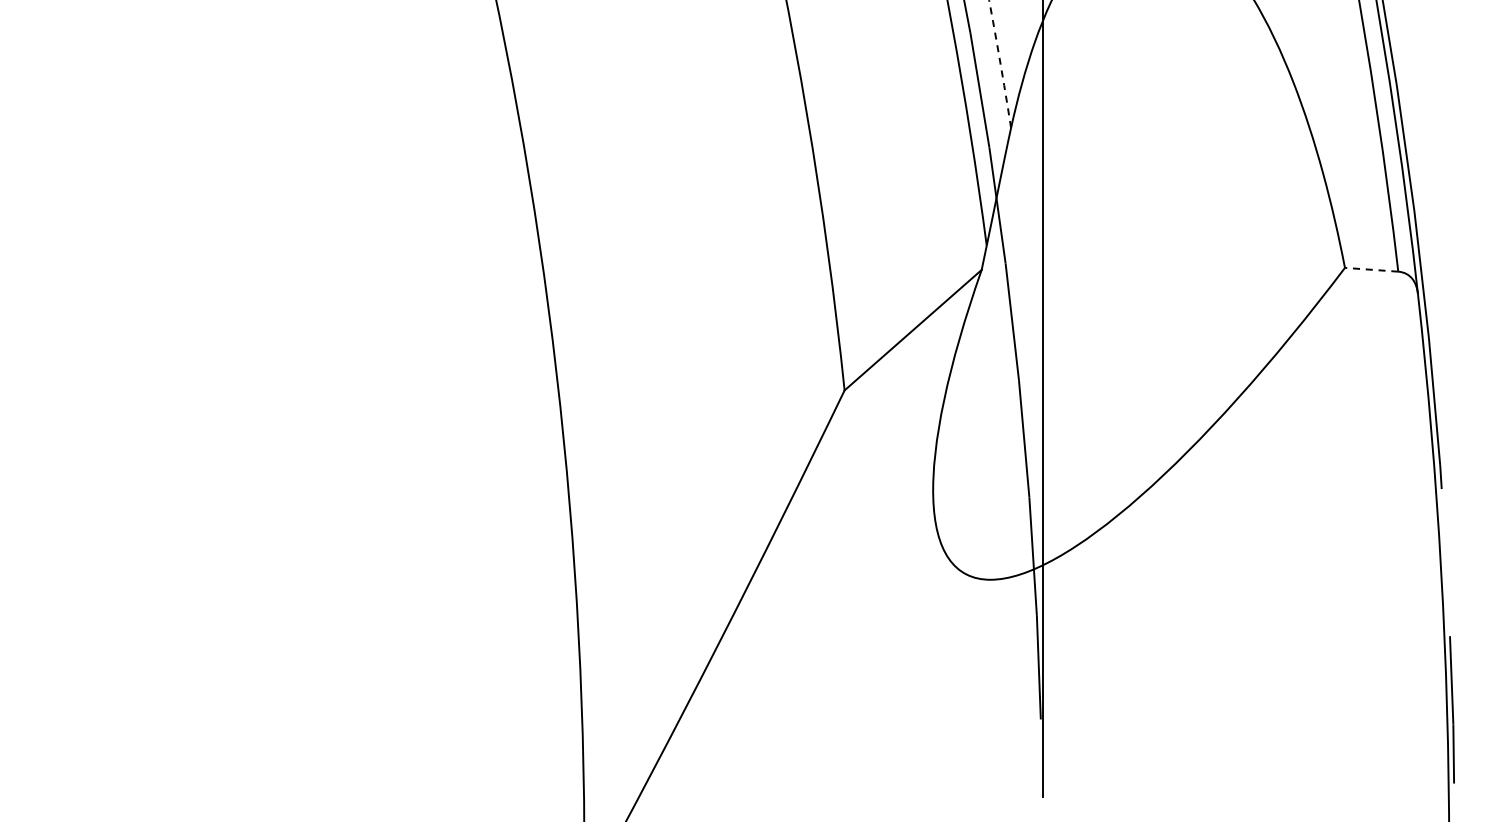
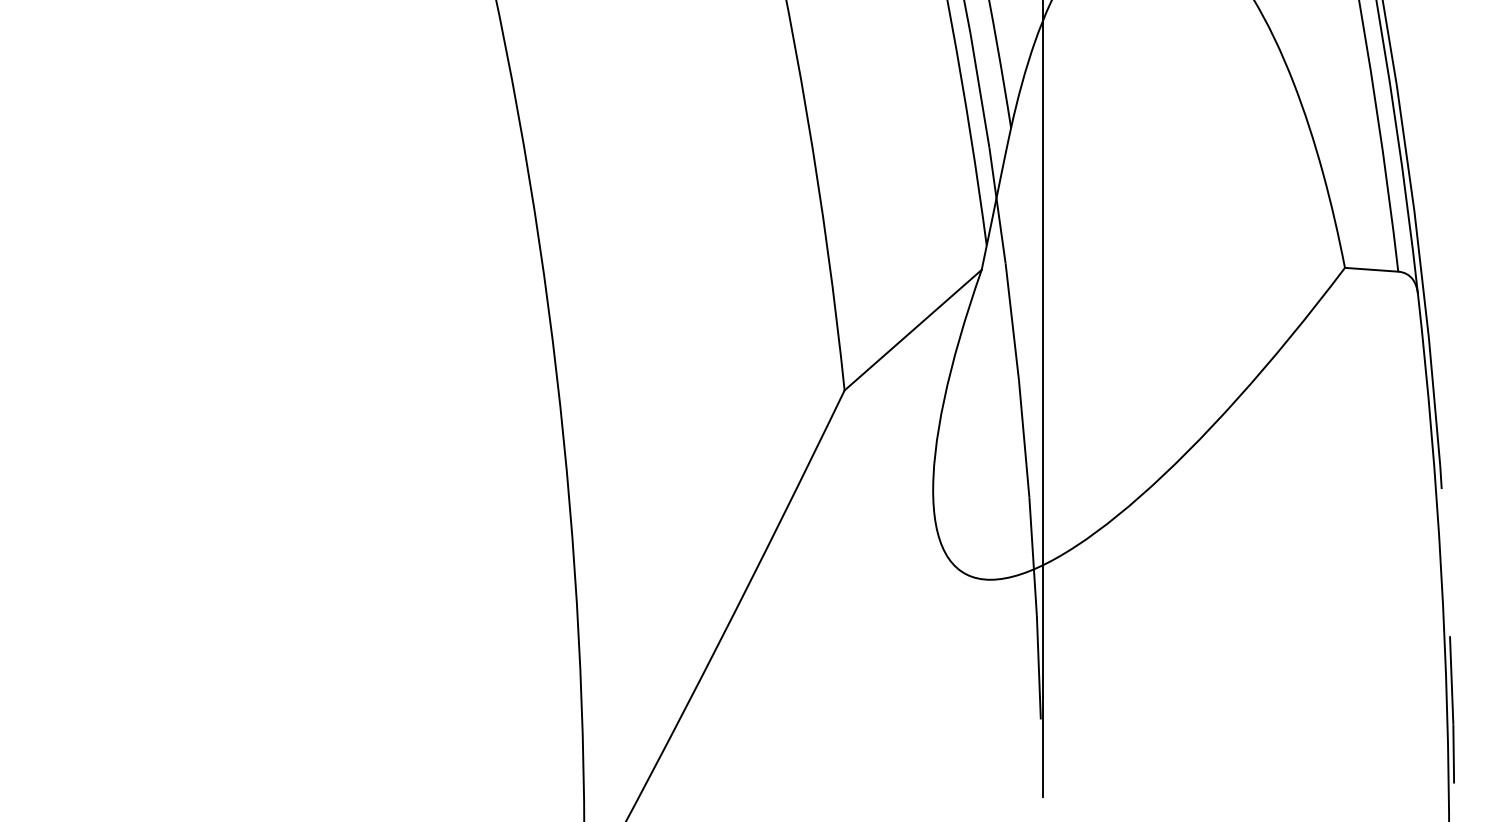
arc at (1000, 63): dashed -> solid
line at (1371, 269): dashed -> solid
